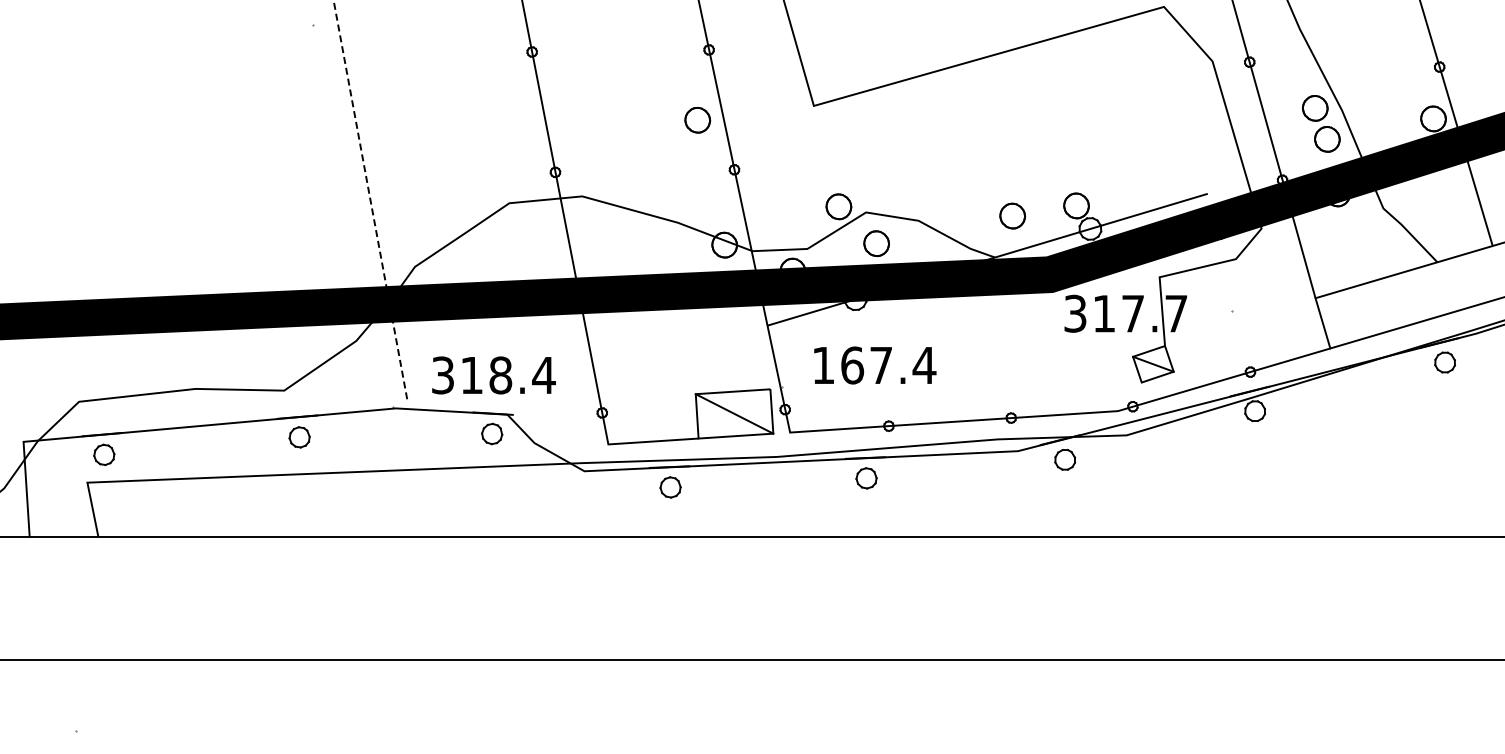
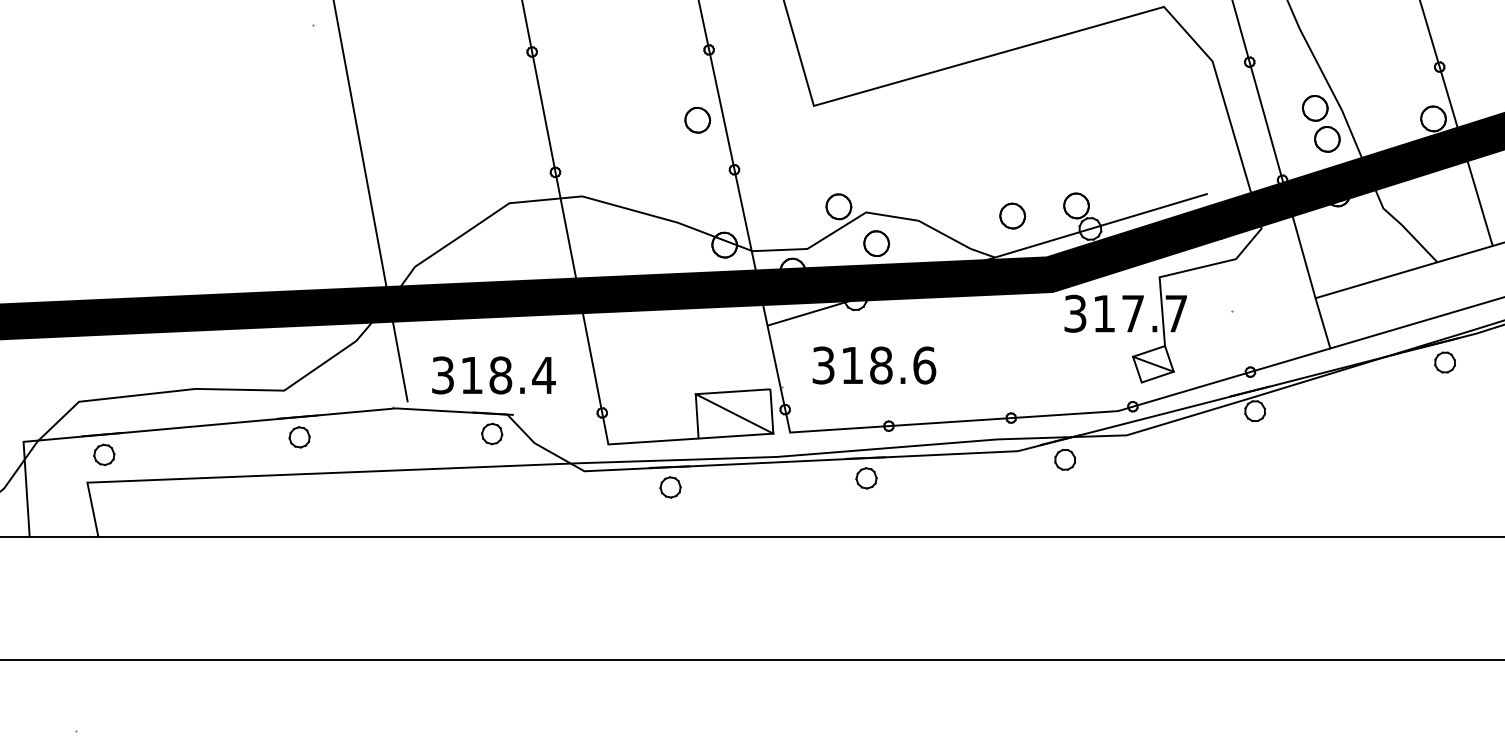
line at (370, 201): dashed -> solid
text at (874, 365): 167.4 -> 318.6
